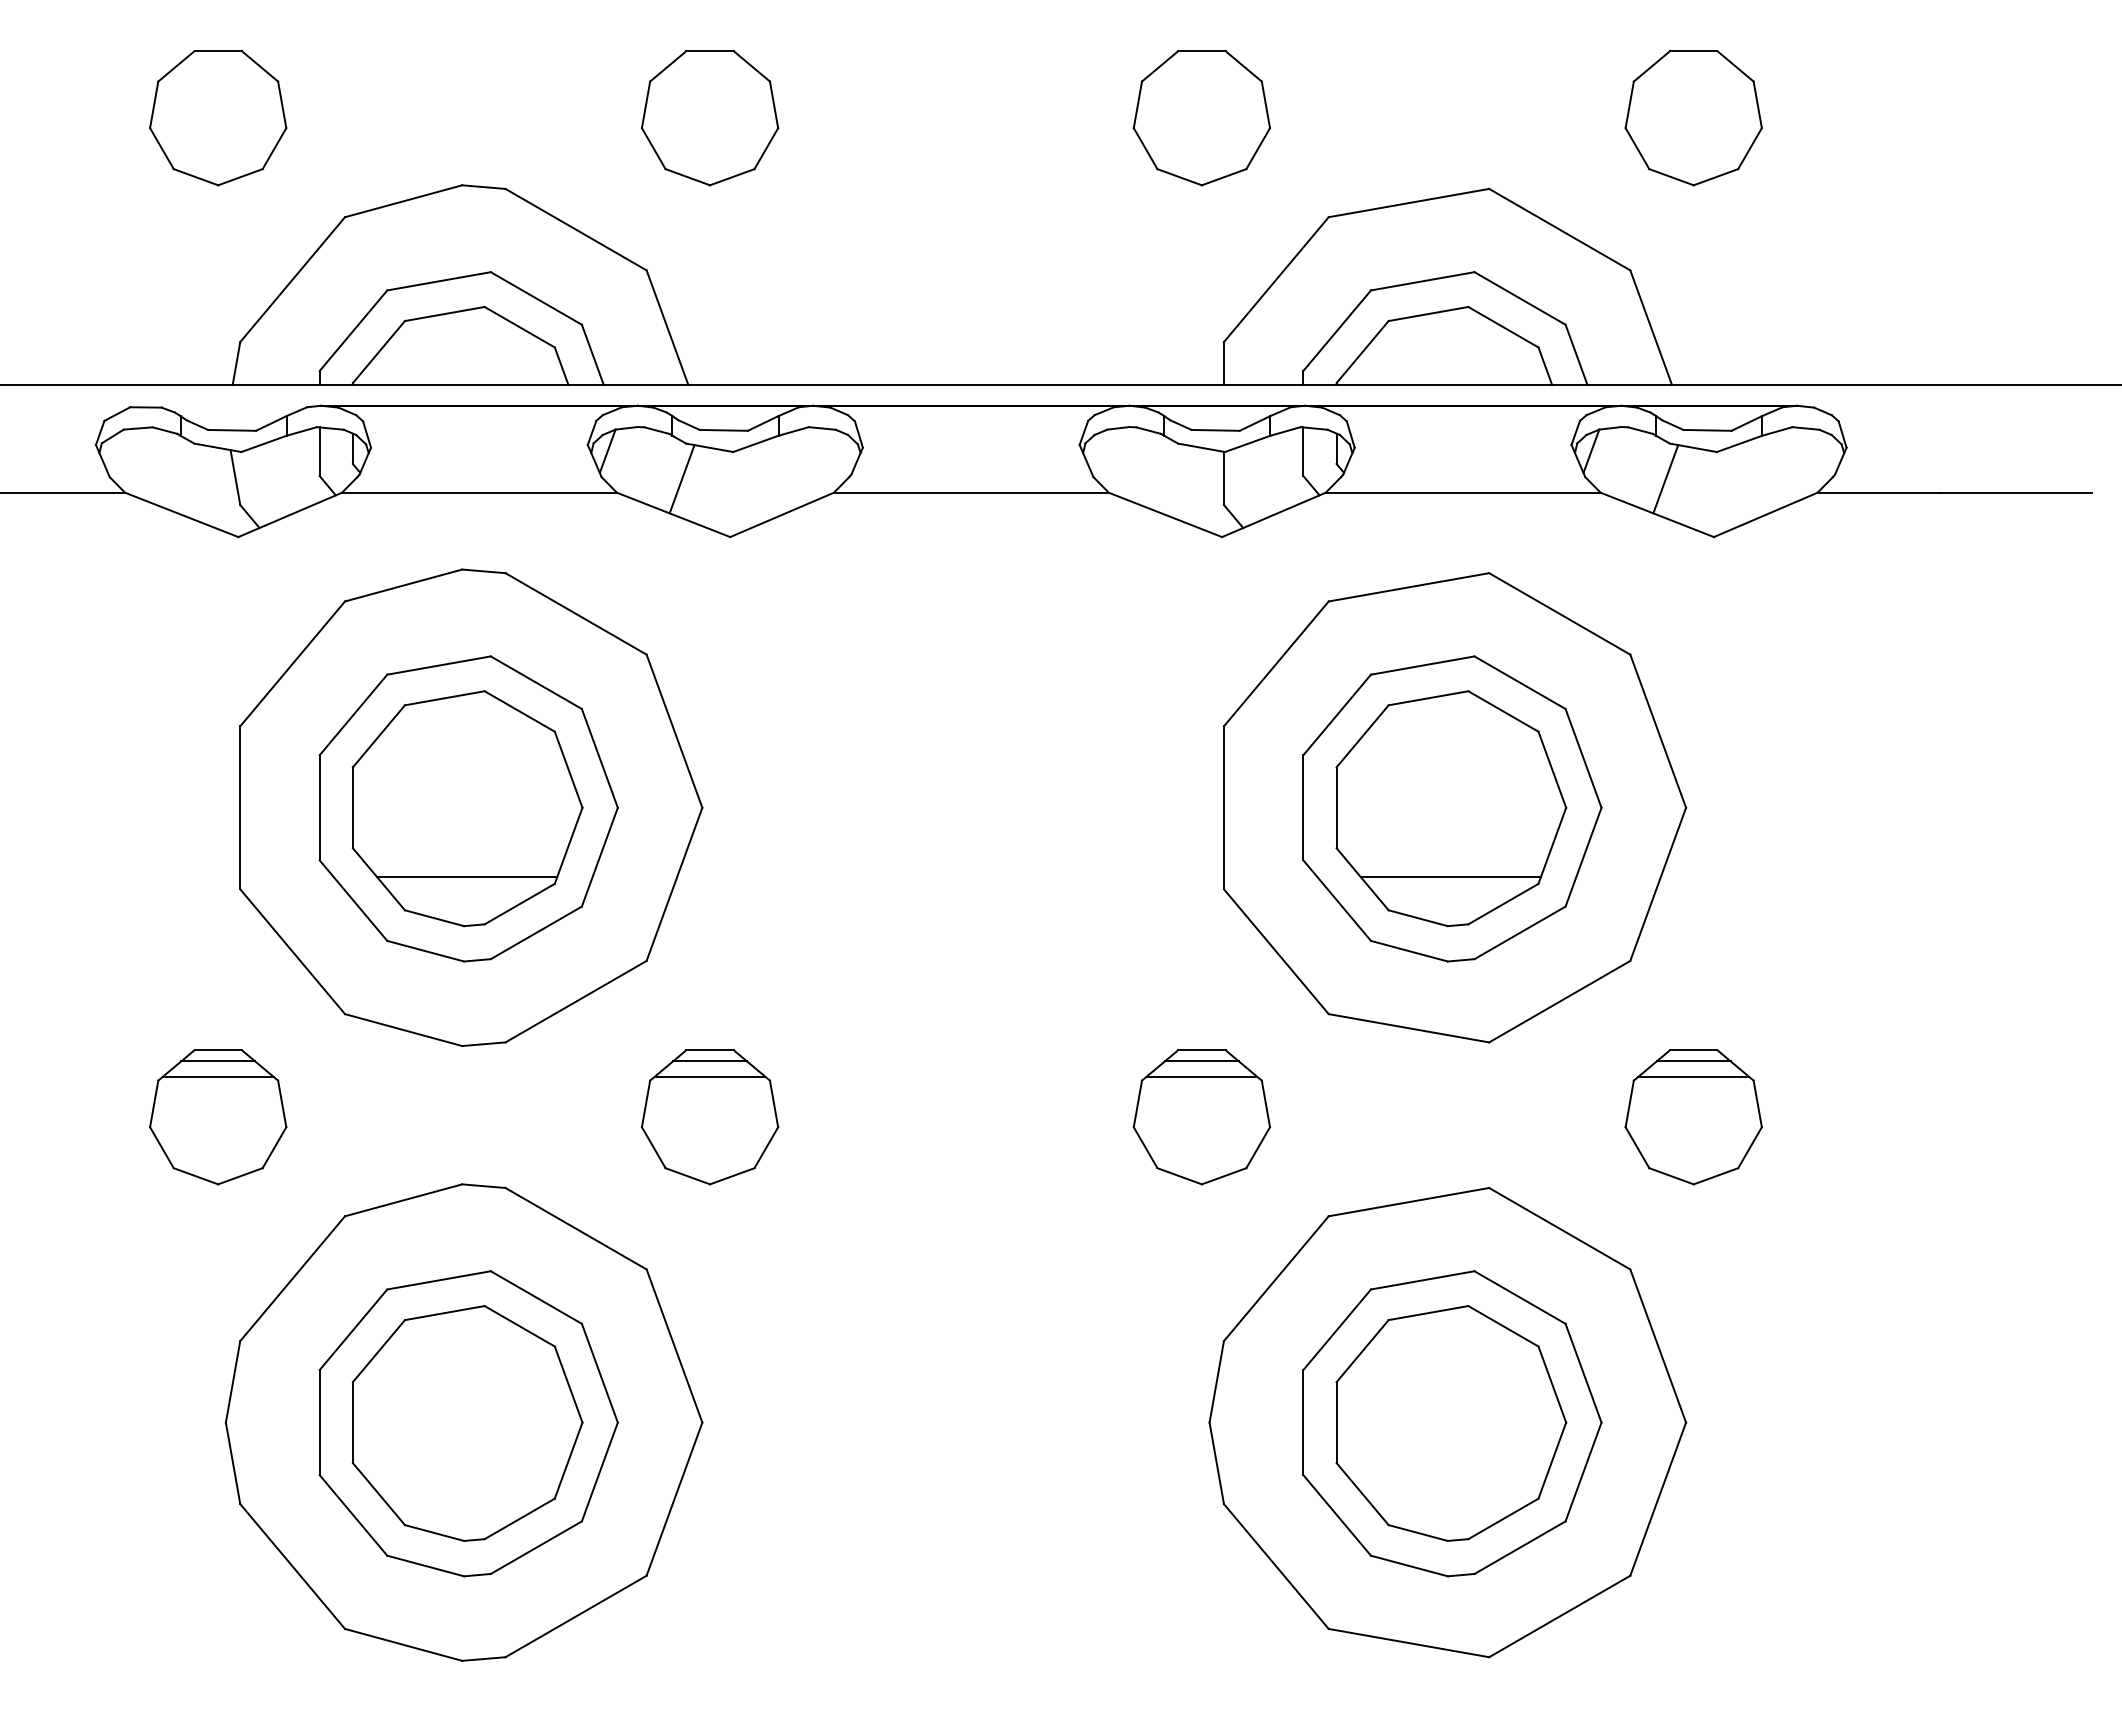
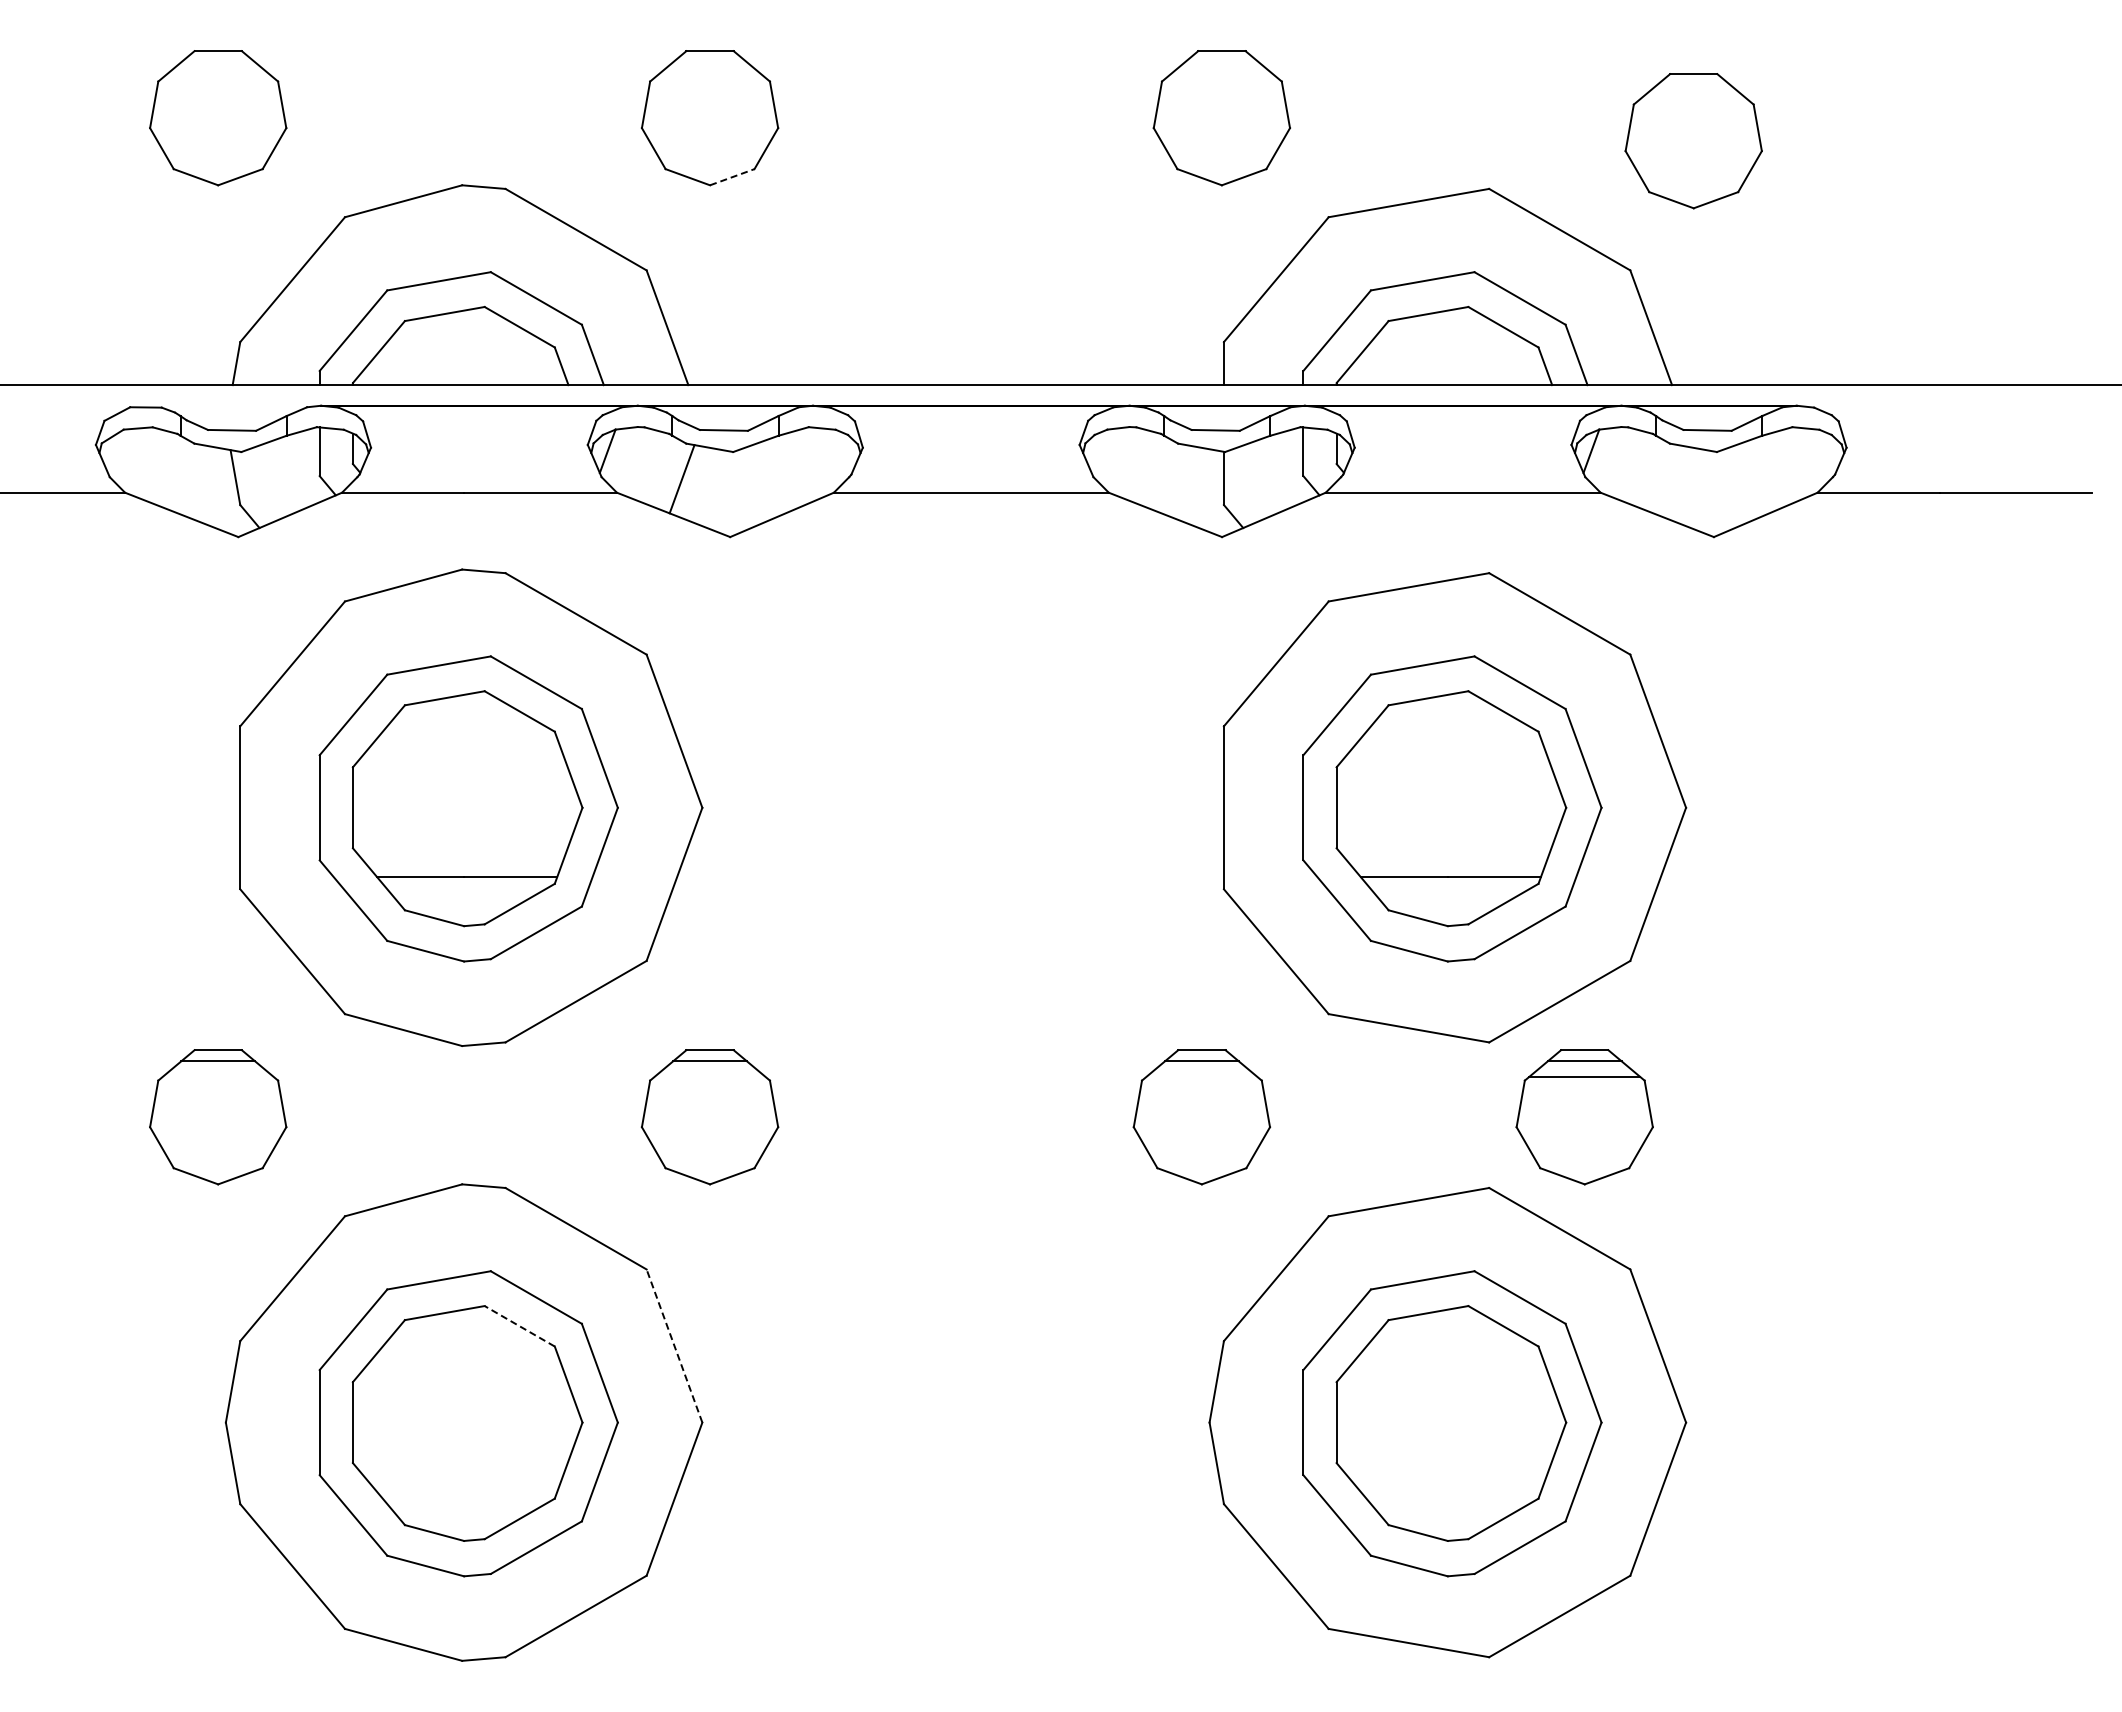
part at (1201, 118) position: (1201, 118) -> (1221, 118)
part at (1693, 118) position: (1693, 118) -> (1693, 141)
line at (732, 177): solid -> dashed
line at (1665, 479): present -> none
line at (217, 1076): present -> none
line at (709, 1076): present -> none
line at (1201, 1076): present -> none
part at (1693, 1117) position: (1693, 1117) -> (1584, 1117)
line at (519, 1326): solid -> dashed
line at (674, 1345): solid -> dashed
